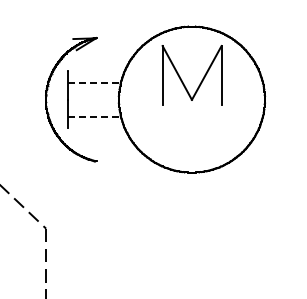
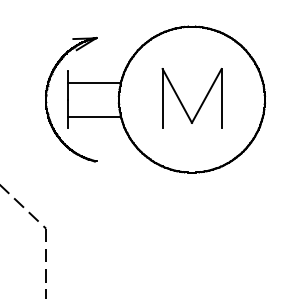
part at (182, 80) position: (182, 80) -> (182, 103)
line at (95, 82): dashed -> solid
line at (95, 116): dashed -> solid
